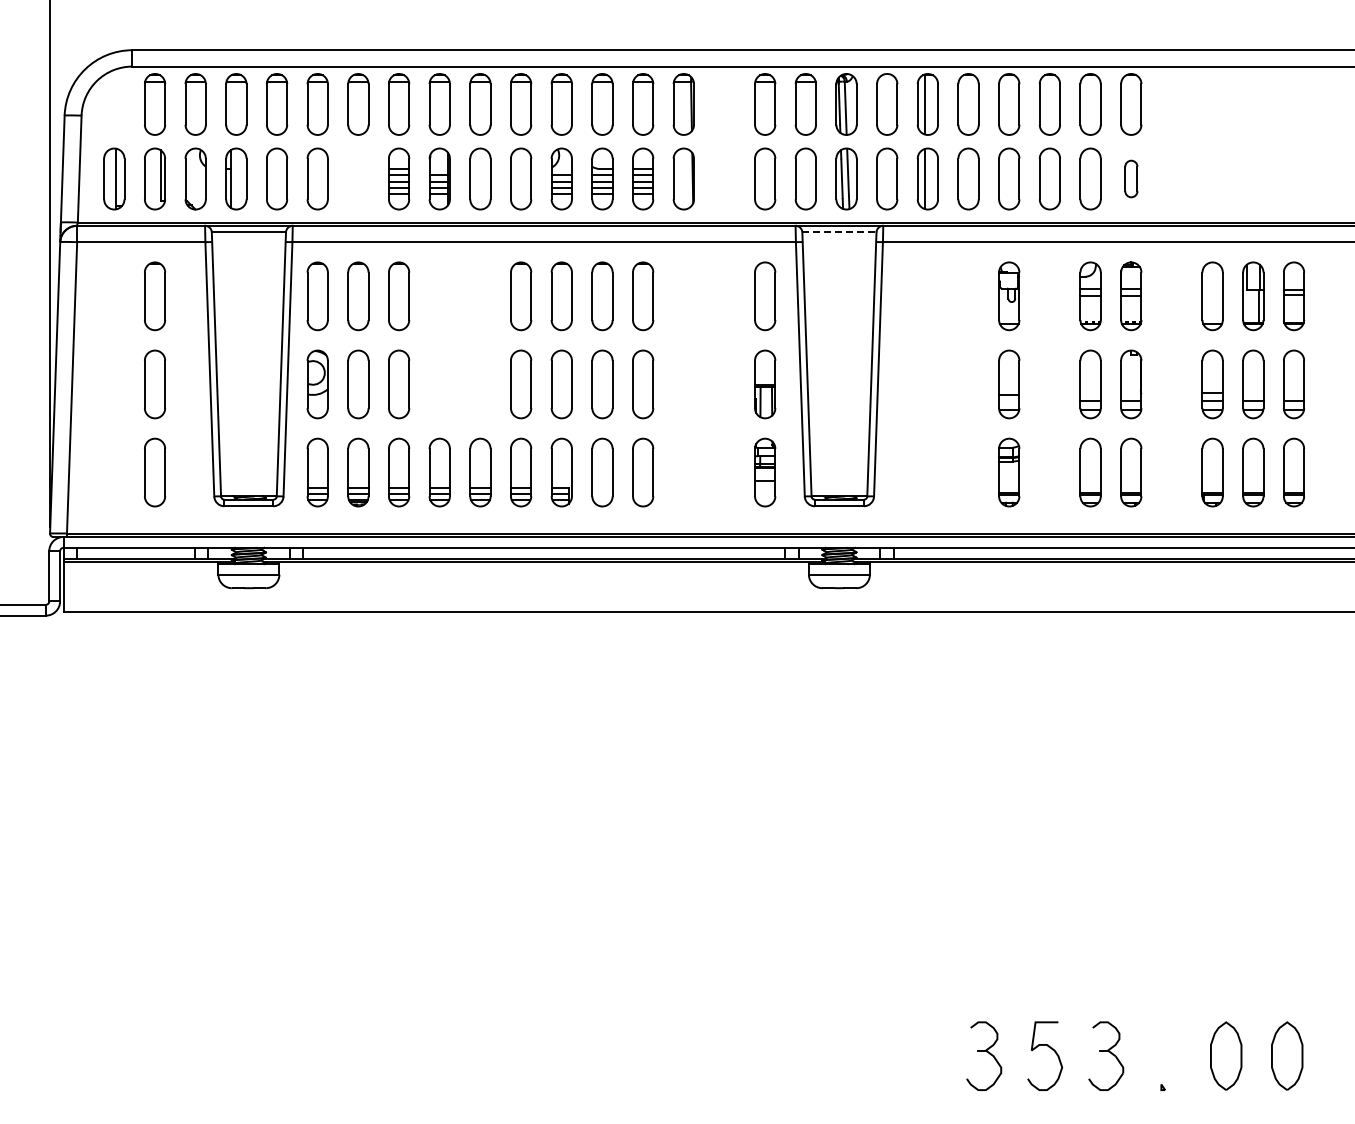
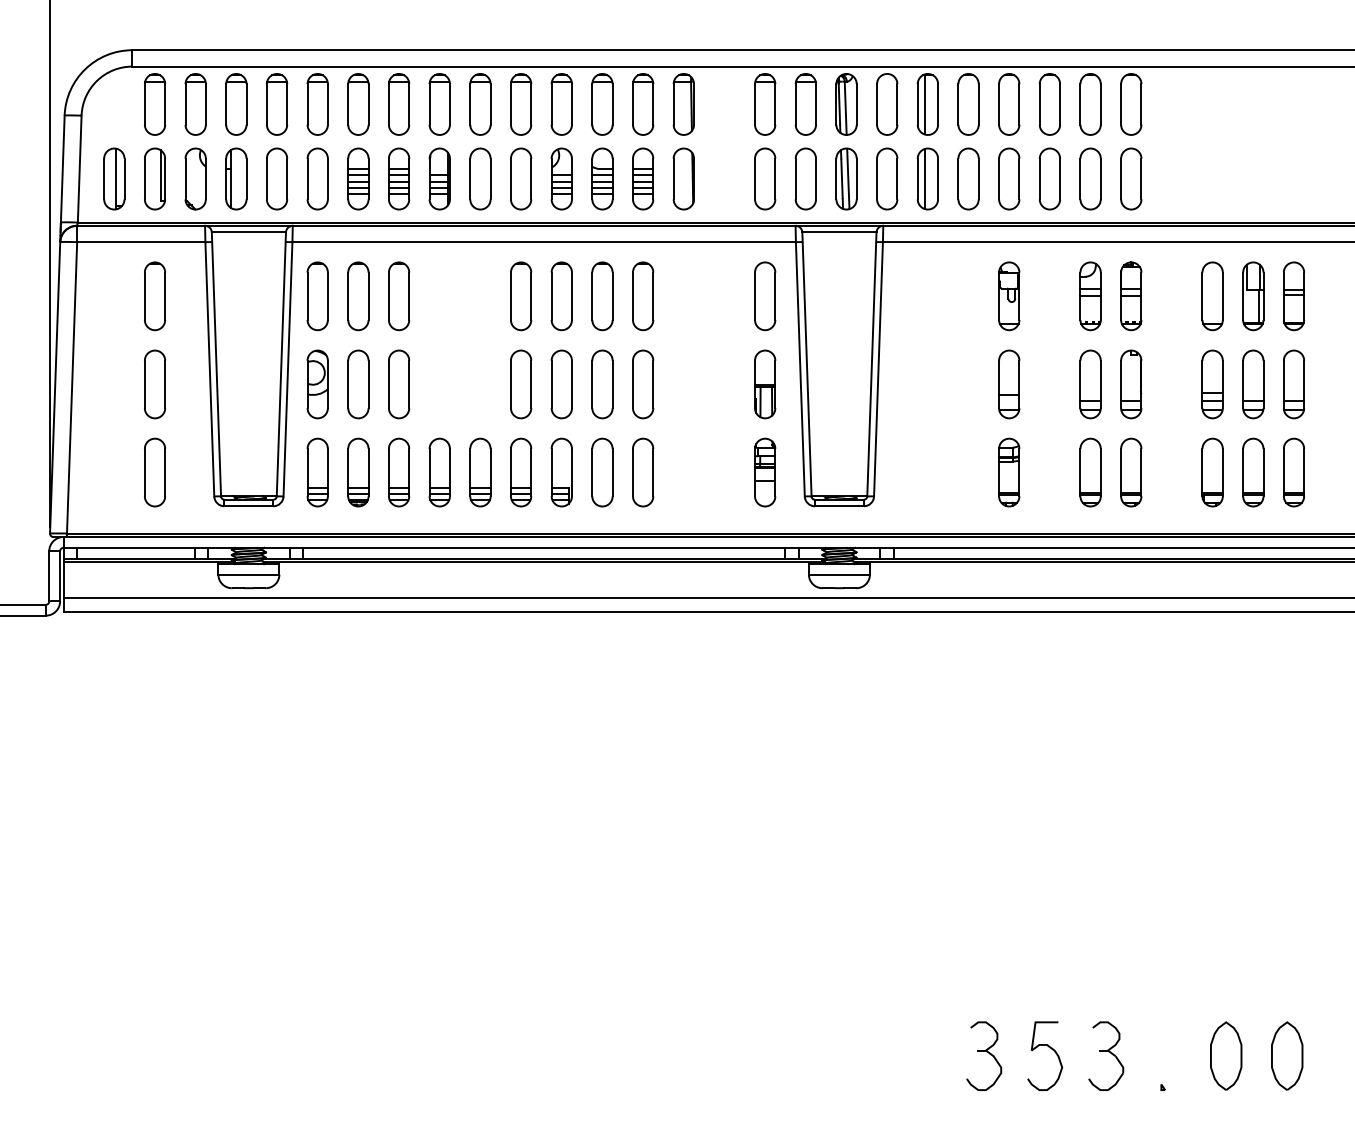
part at (358, 178): none -> present
part at (1131, 178) size: 15x40 px -> 23x64 px
line at (839, 232): dashed -> solid
line at (707, 598): none -> present
